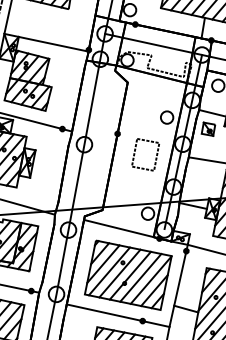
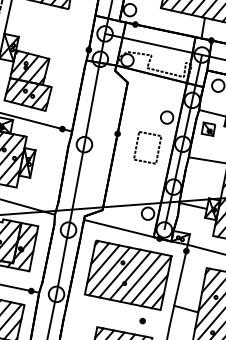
line at (53, 43): present -> none
part at (135, 154) position: (135, 154) -> (137, 147)
line at (117, 315): present -> none
